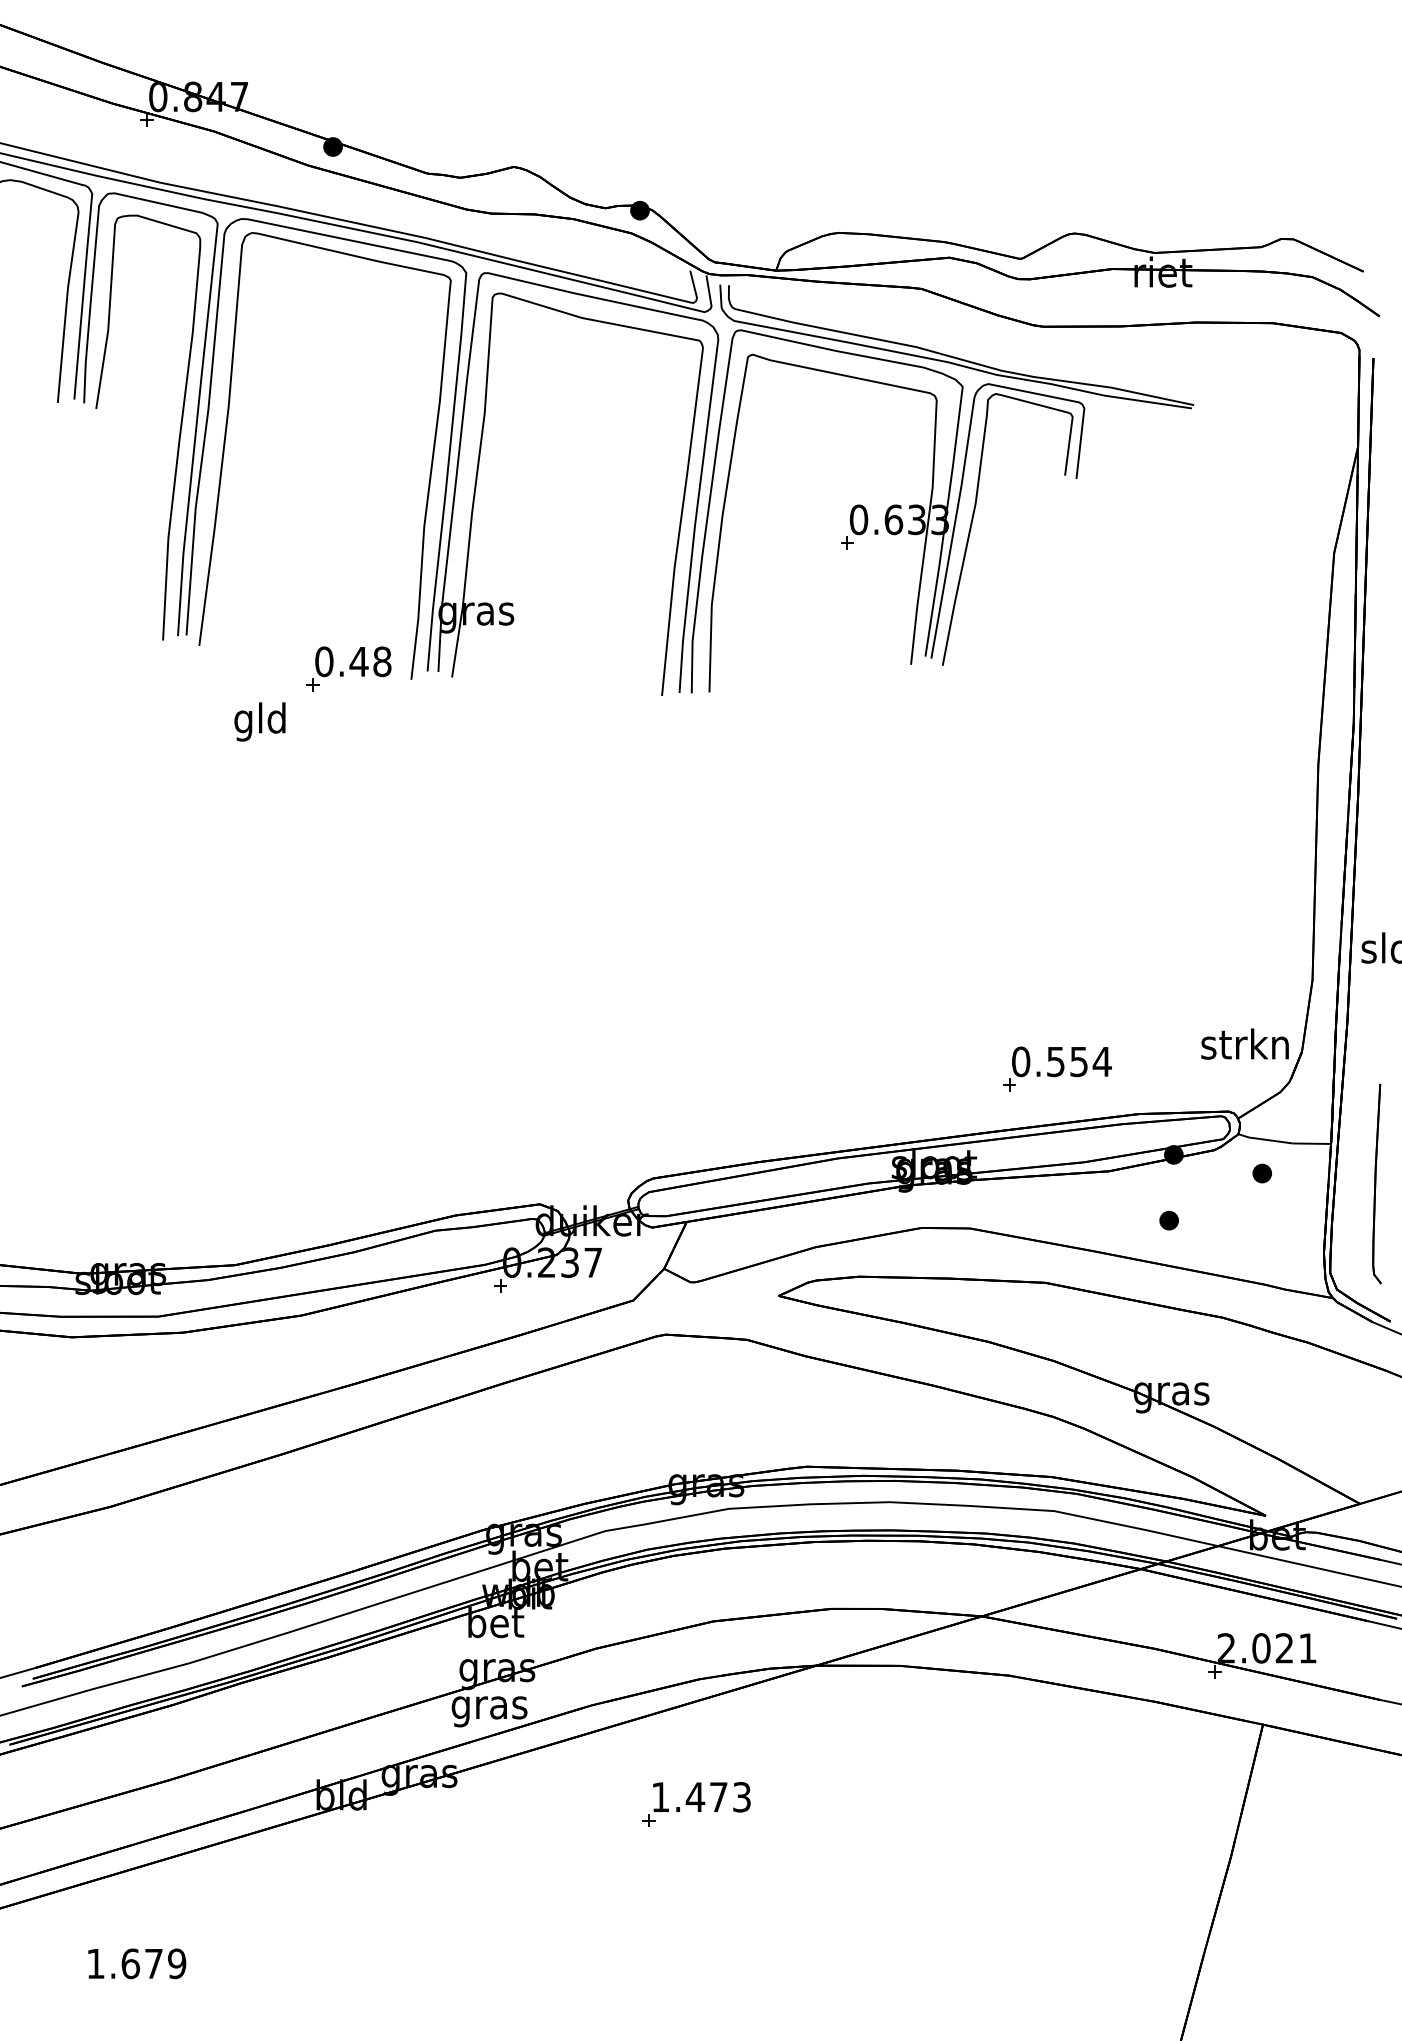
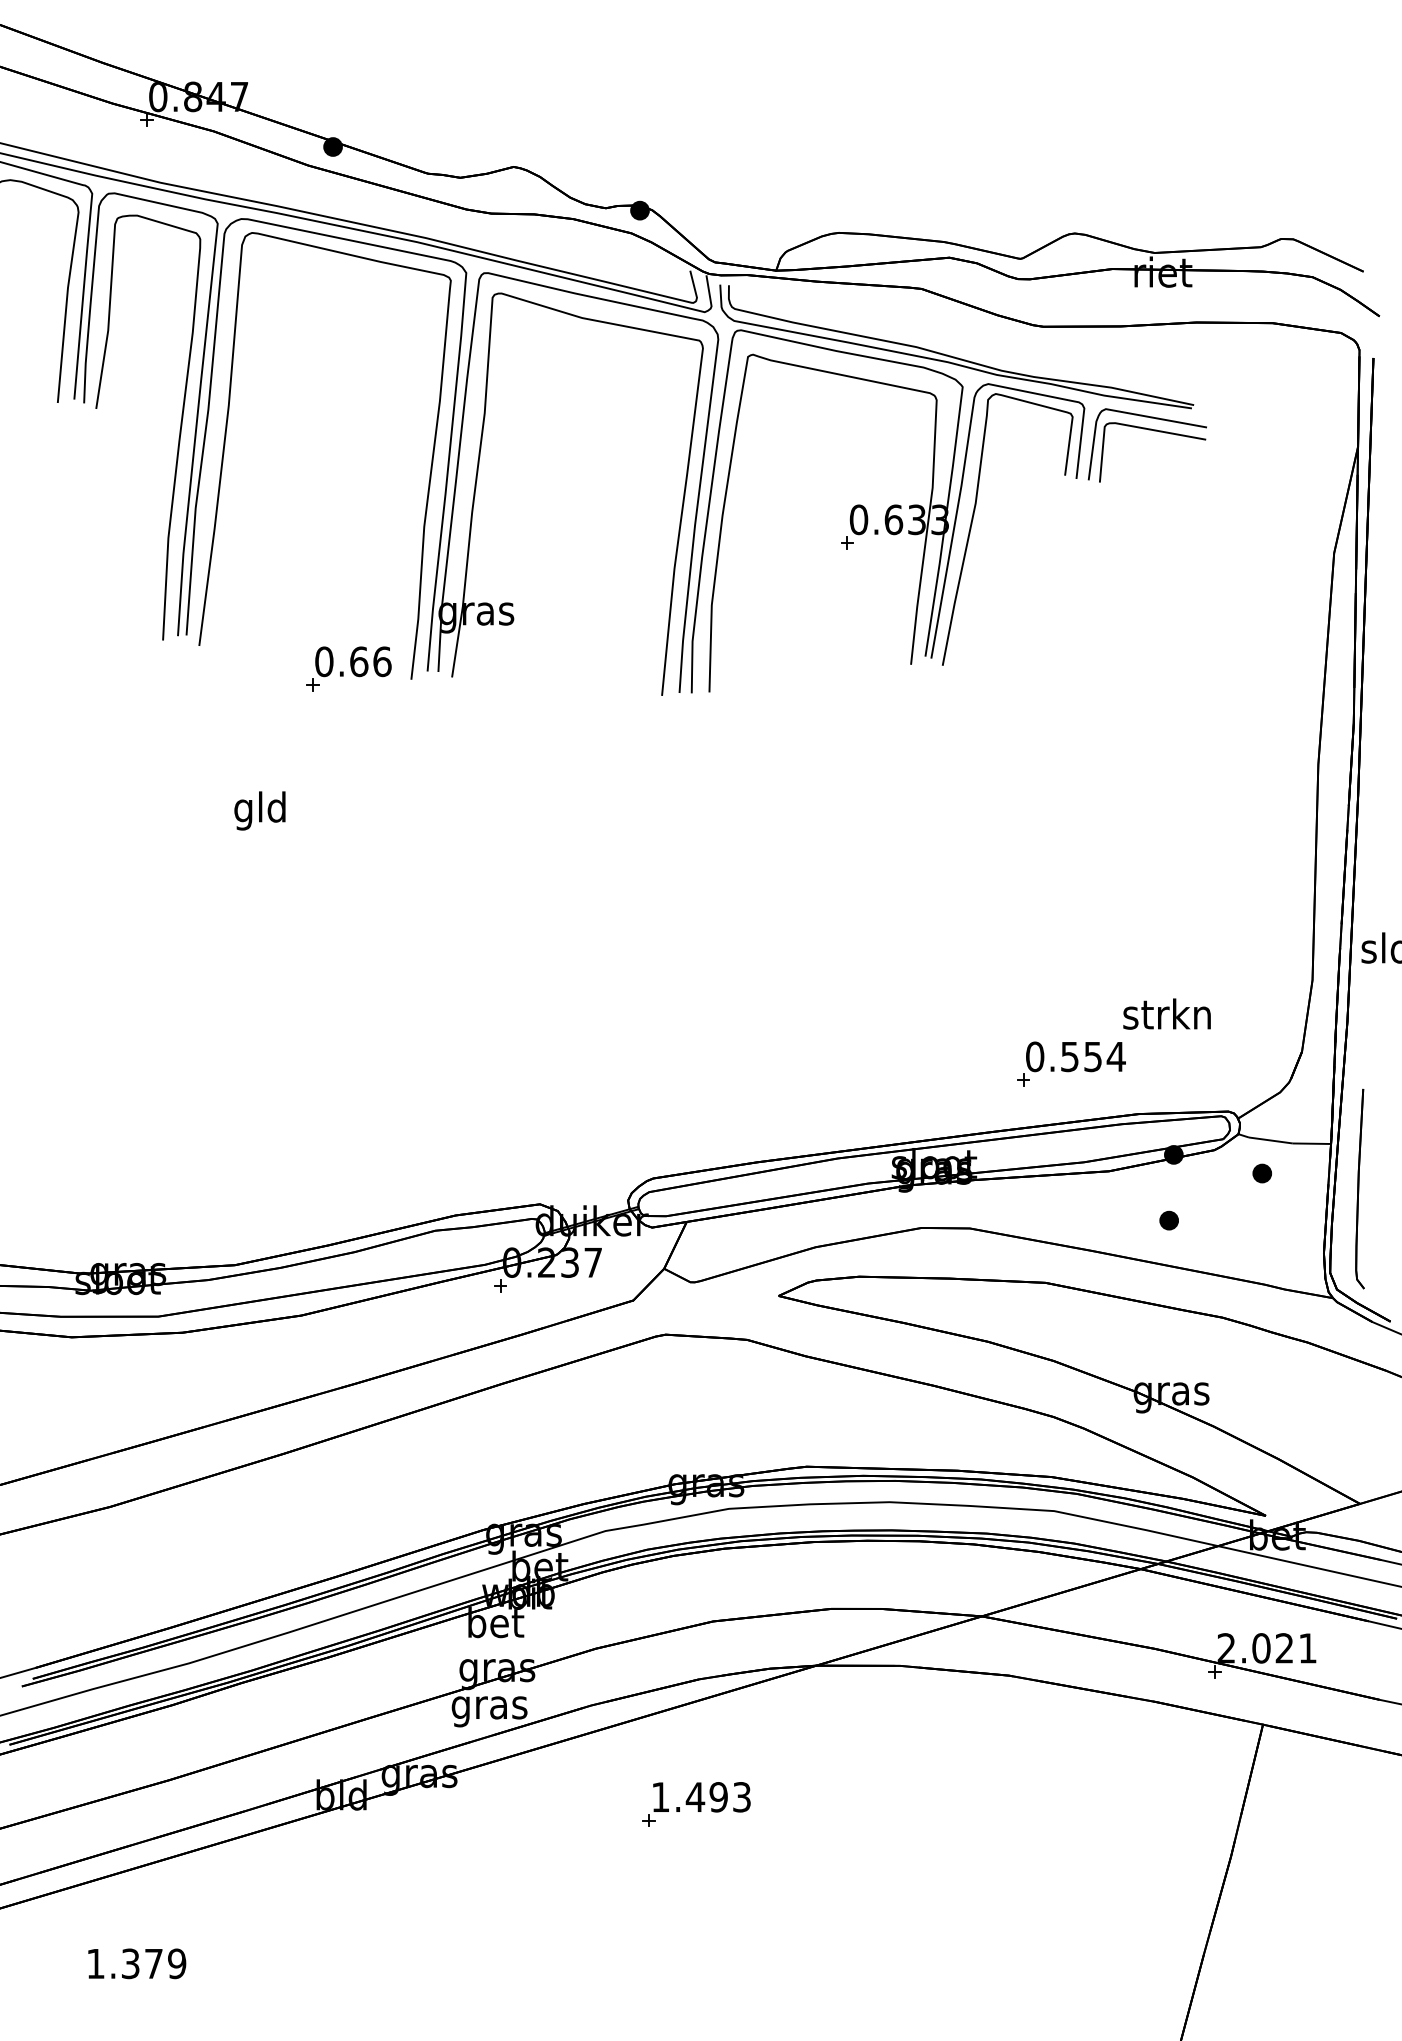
part at (1148, 430): none -> present
text at (370, 661): 0.48 -> 0.66
text at (259, 721) position: (259, 721) -> (259, 810)
text at (1244, 1043) position: (1244, 1043) -> (1166, 1013)
part at (1057, 1068) position: (1057, 1068) -> (1071, 1063)
part at (1376, 1183) position: (1376, 1183) -> (1359, 1188)
text at (718, 1797): 1.473 -> 1.493
text at (130, 1963): 1.679 -> 1.379
